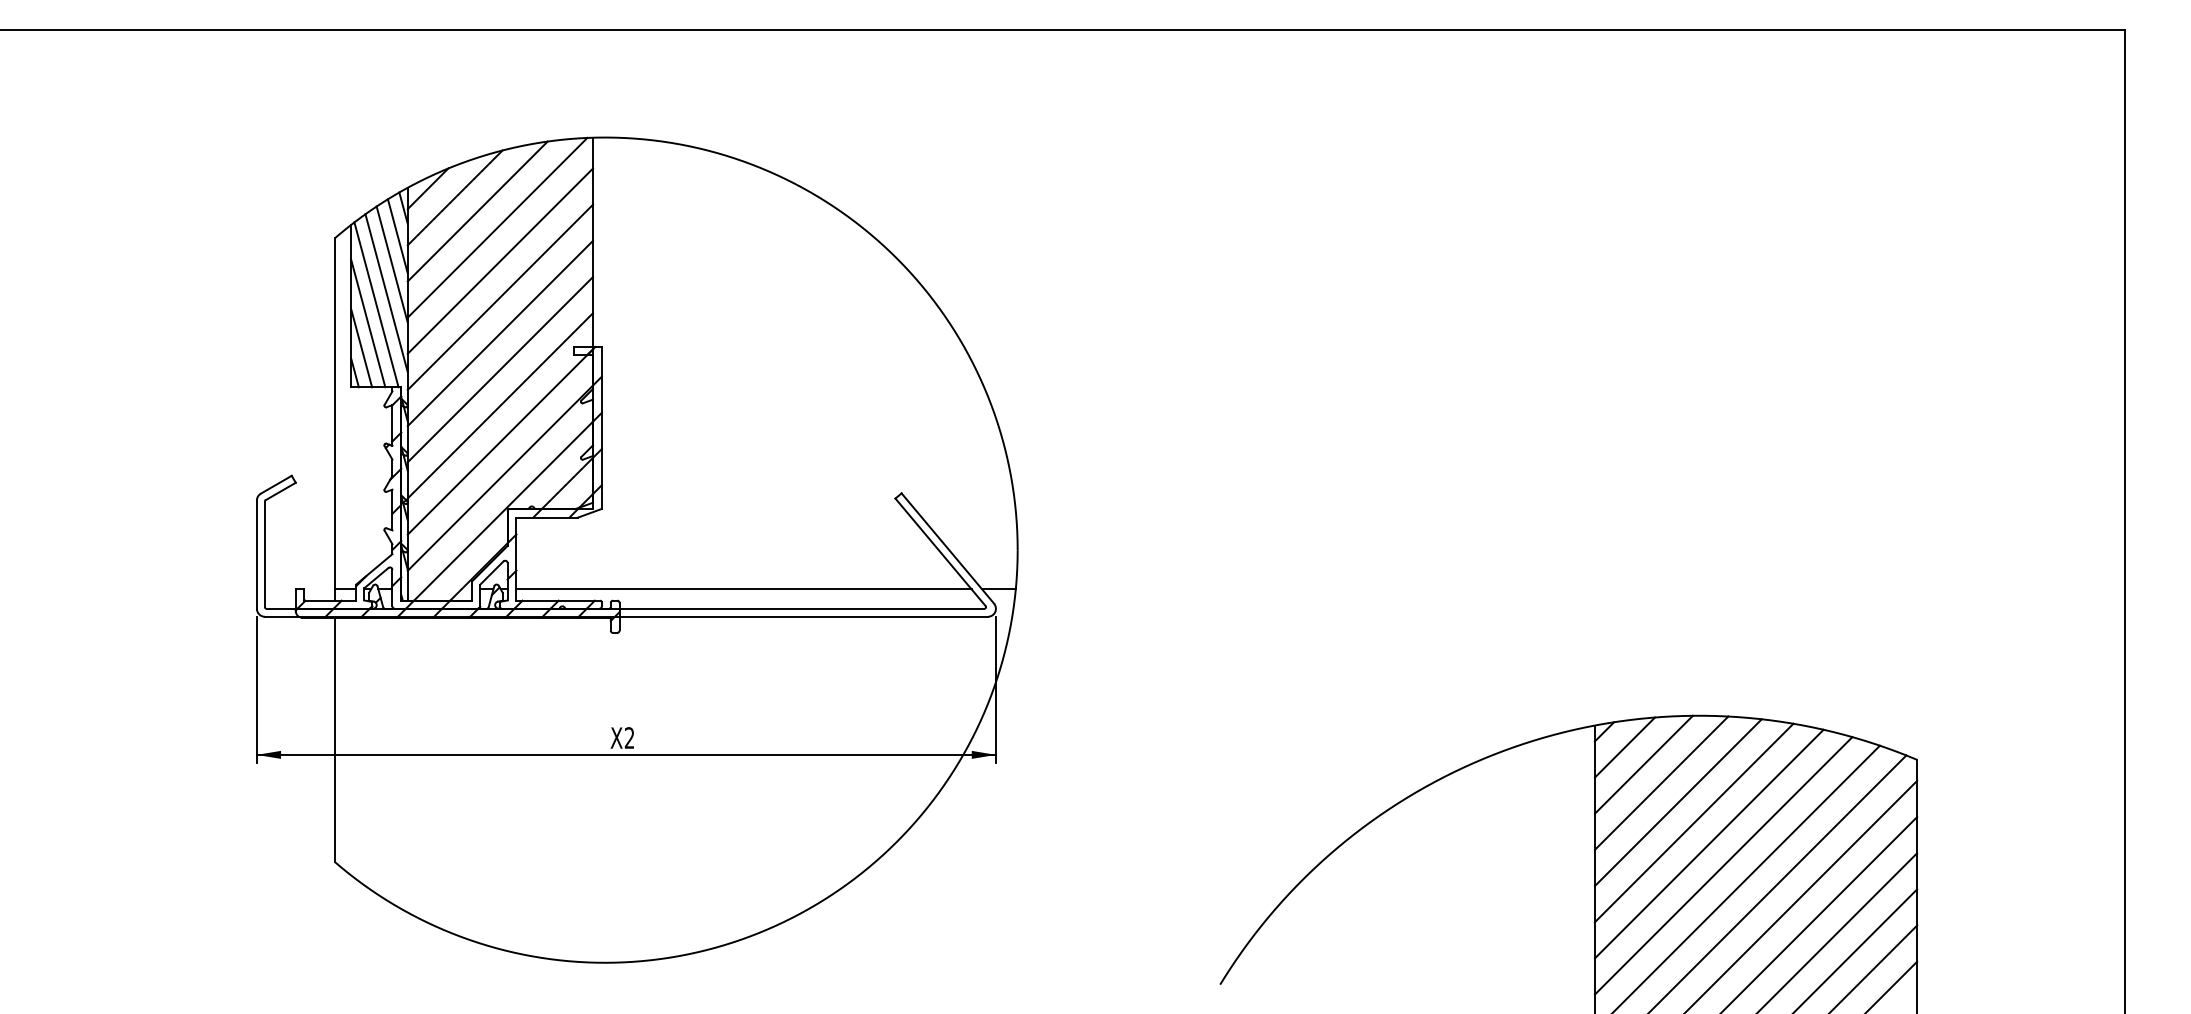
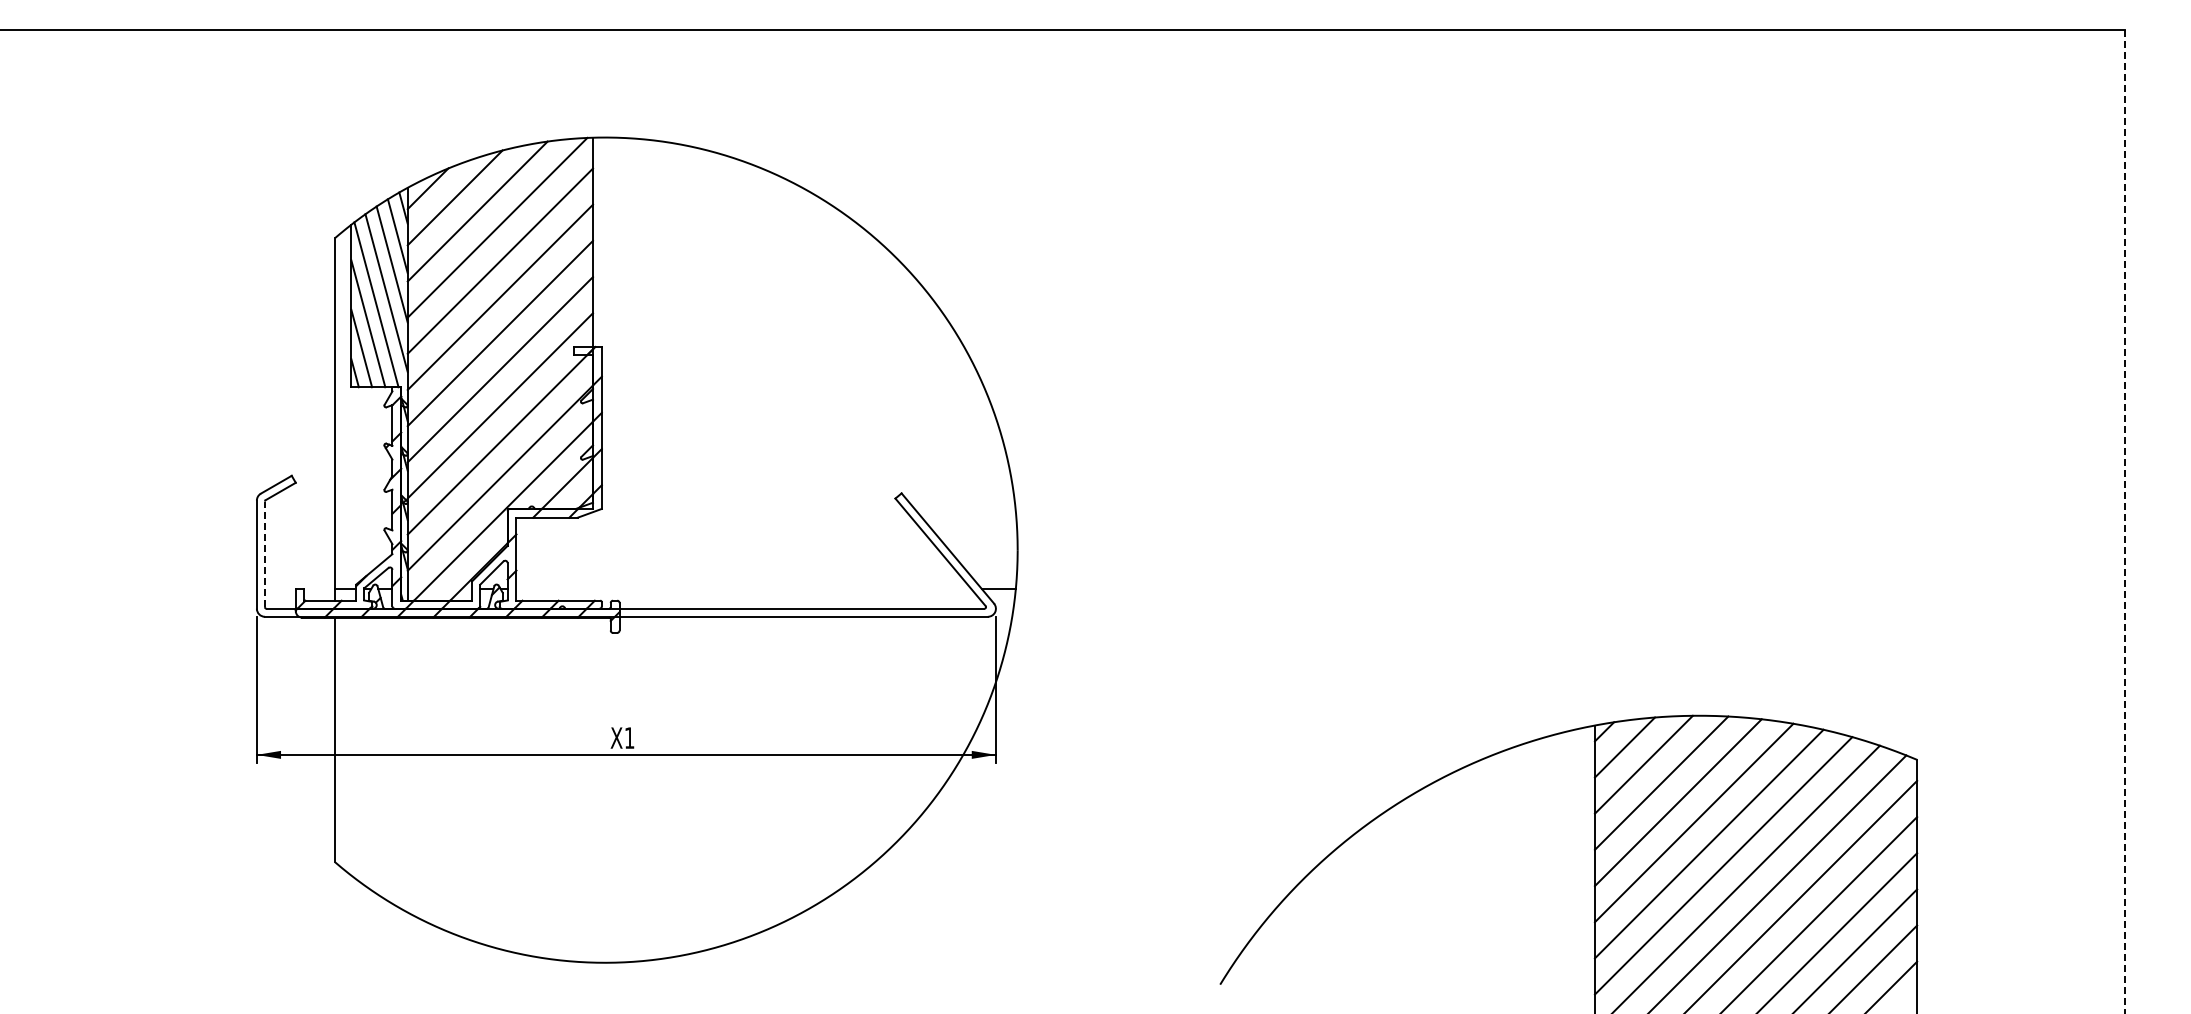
line at (2125, 522): solid -> dashed
line at (264, 554): solid -> dashed
line at (743, 589): present -> none
text at (629, 737): X2 -> X1
